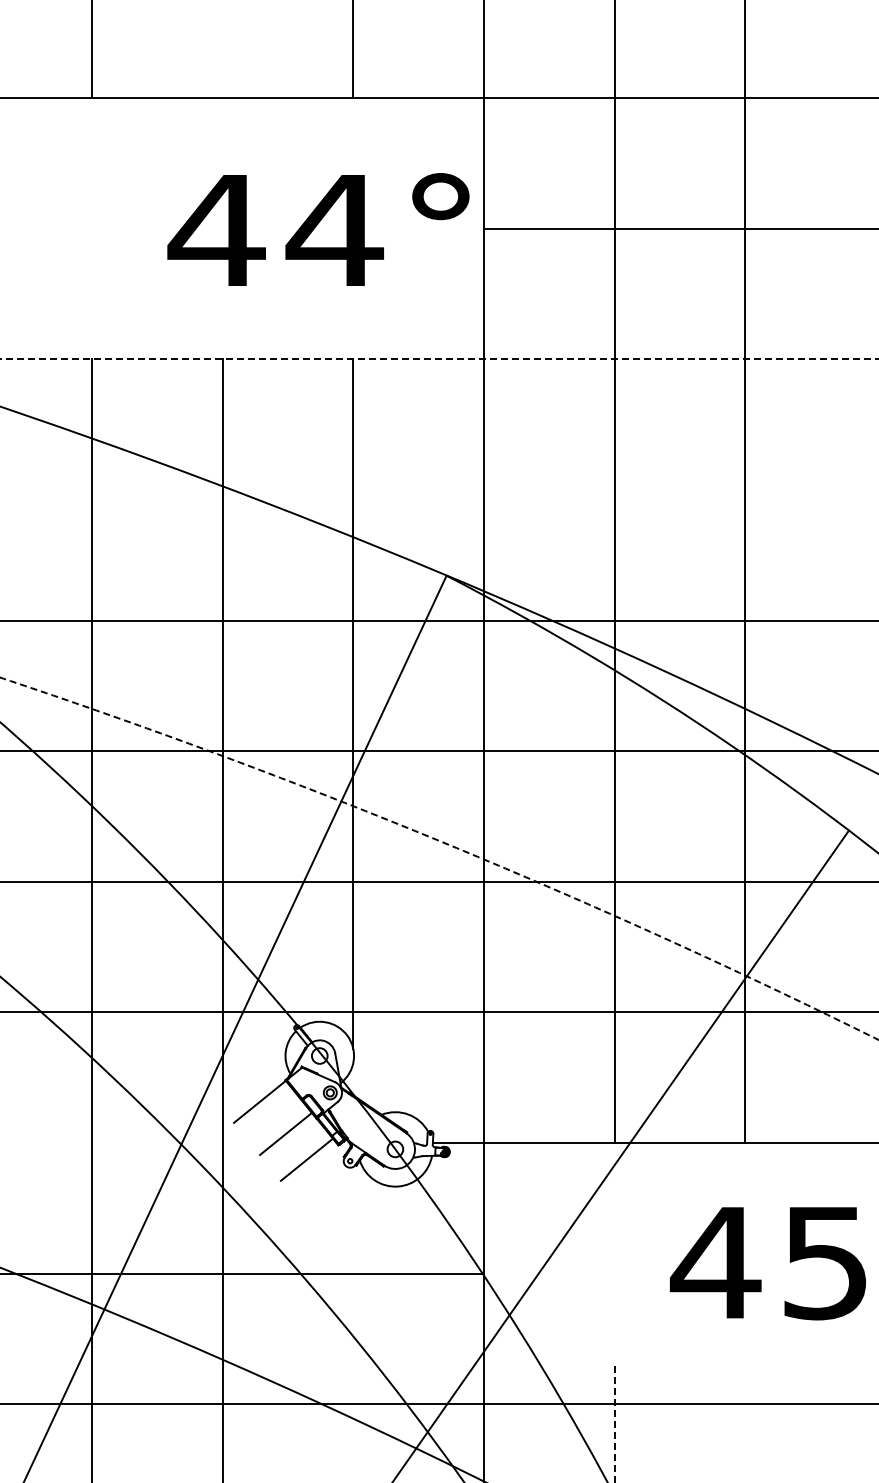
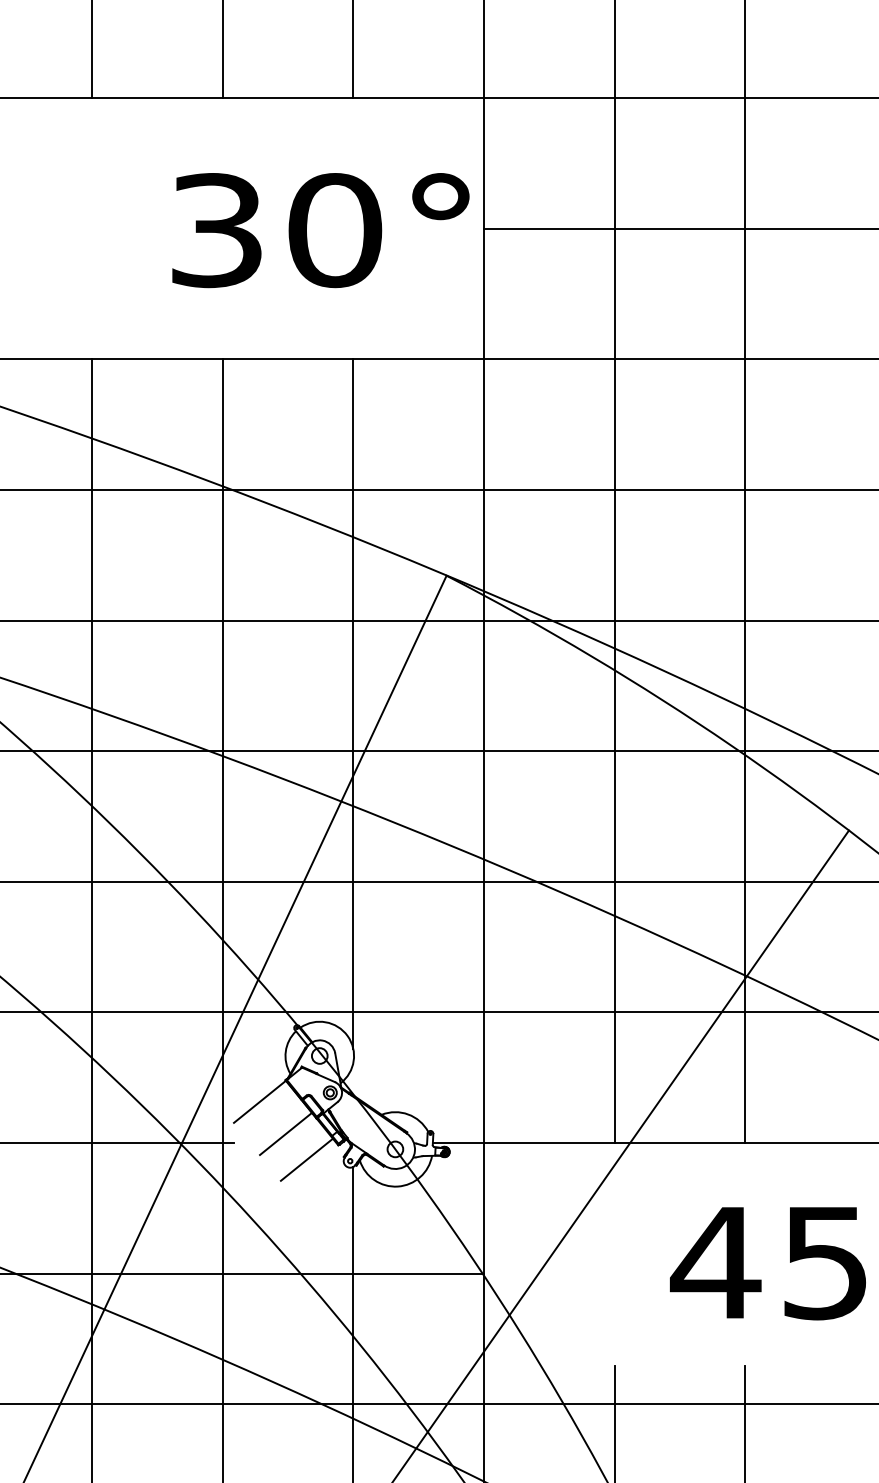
line at (222, 50): none -> present
text at (275, 230): 44° -> 30°
line at (439, 359): dashed -> solid
line at (438, 489): none -> present
arc at (445, 843): dashed -> solid
line at (118, 1143): none -> present
line at (353, 1322): none -> present
line at (745, 1422): none -> present
line at (614, 1424): dashed -> solid
